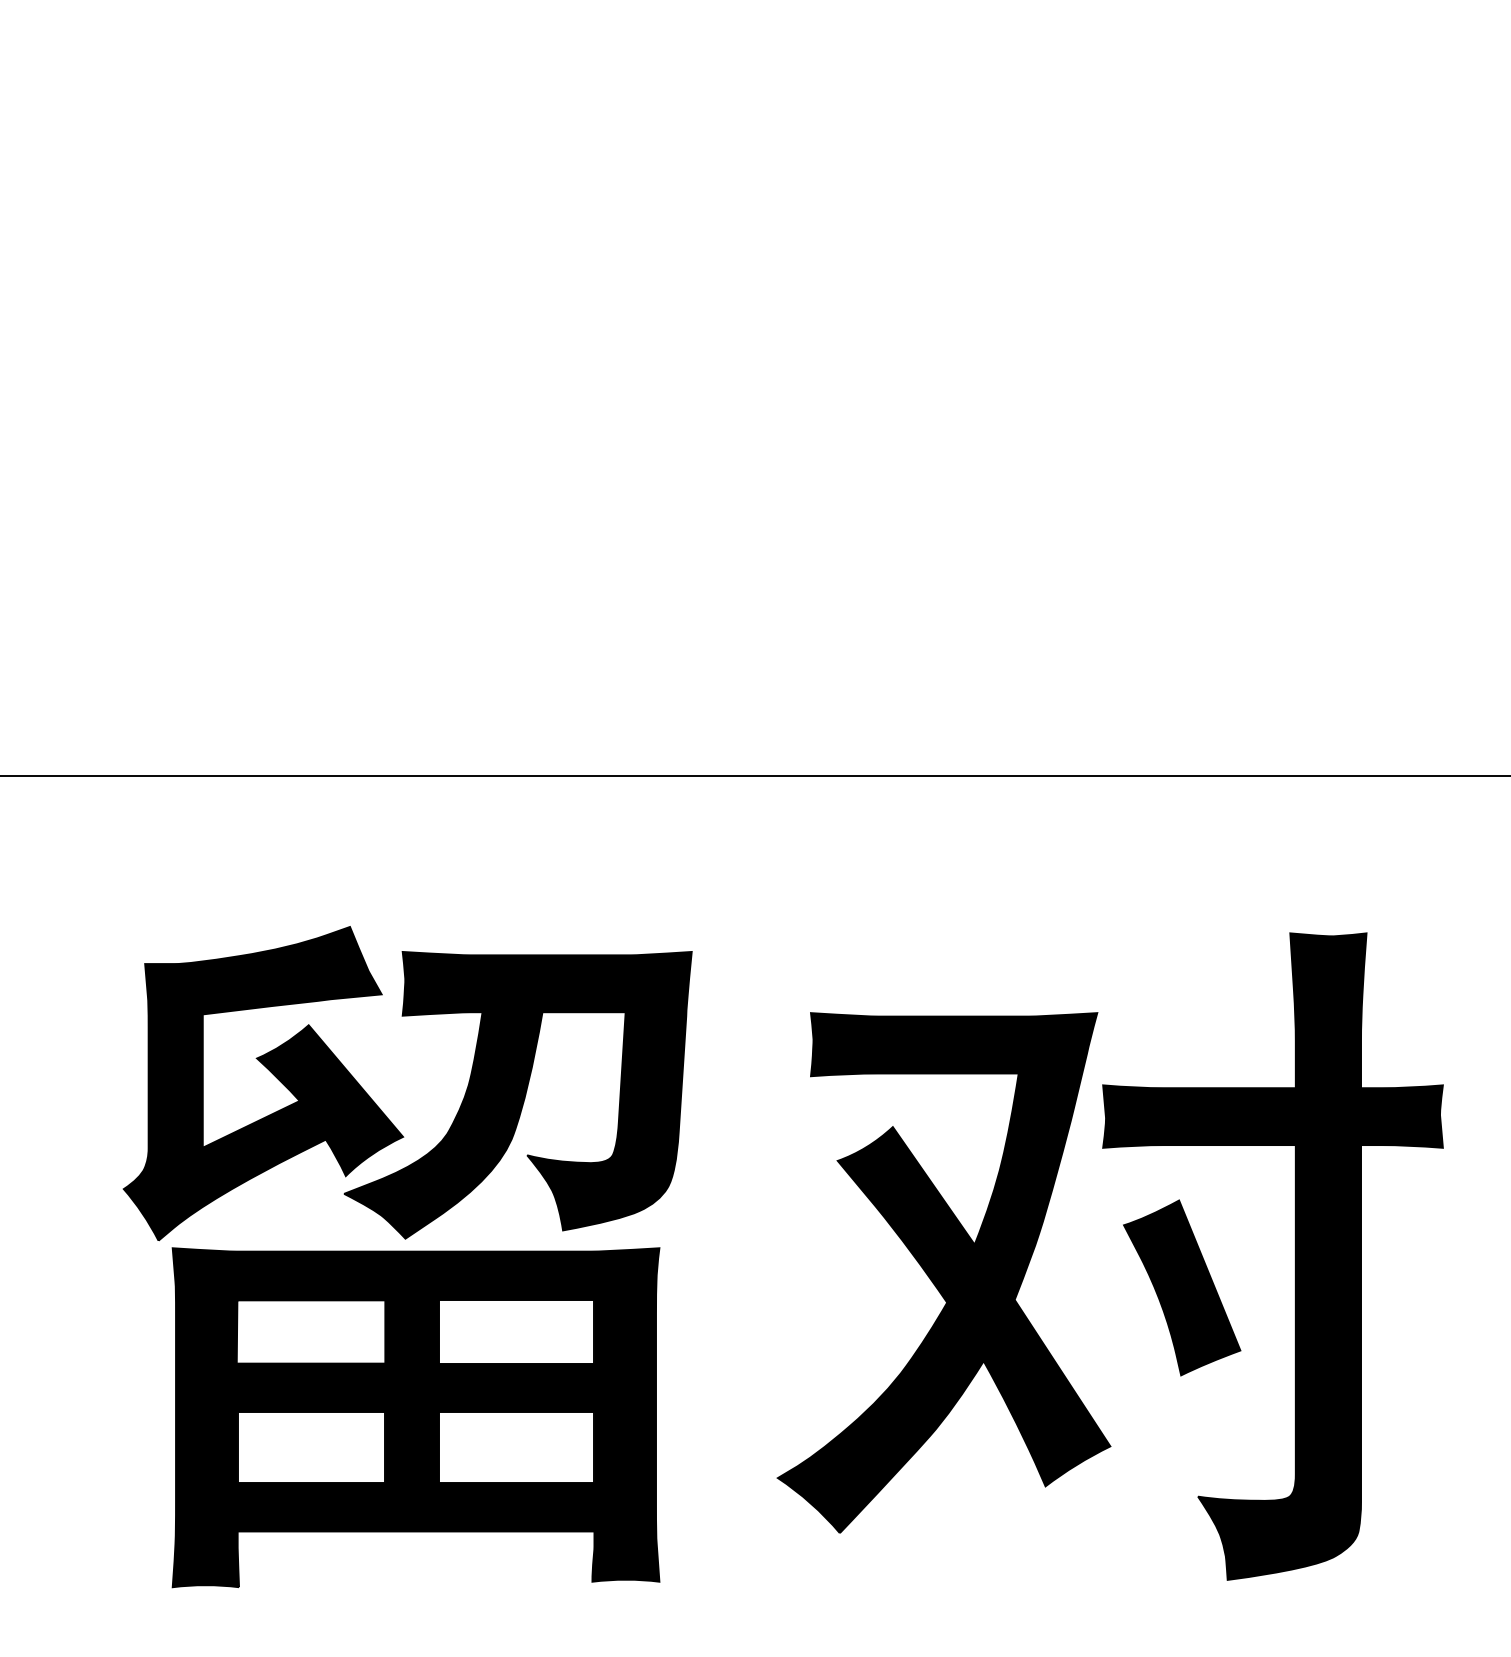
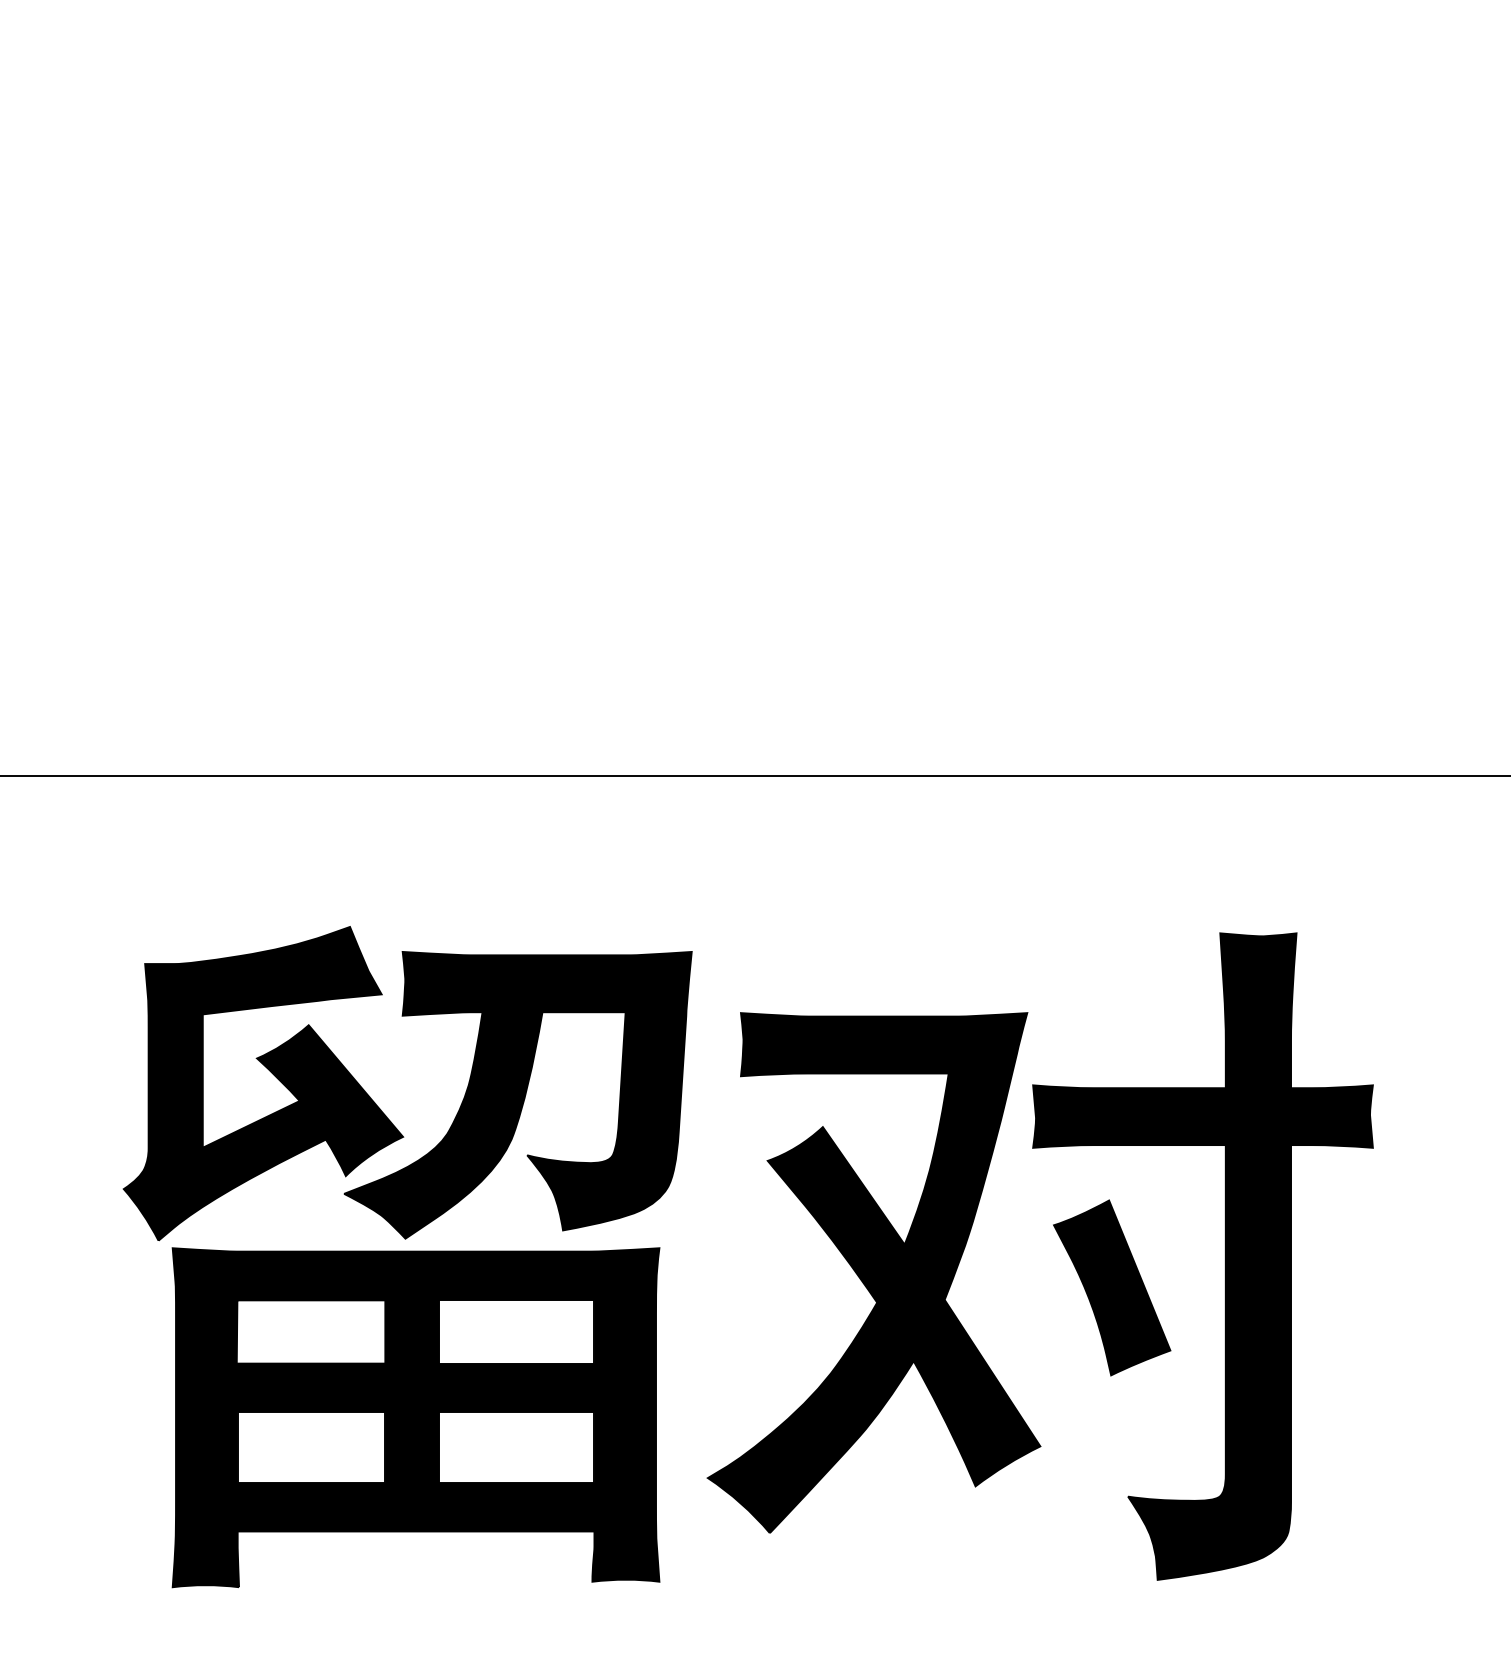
part at (1130, 1240) position: (1130, 1240) -> (1060, 1240)
